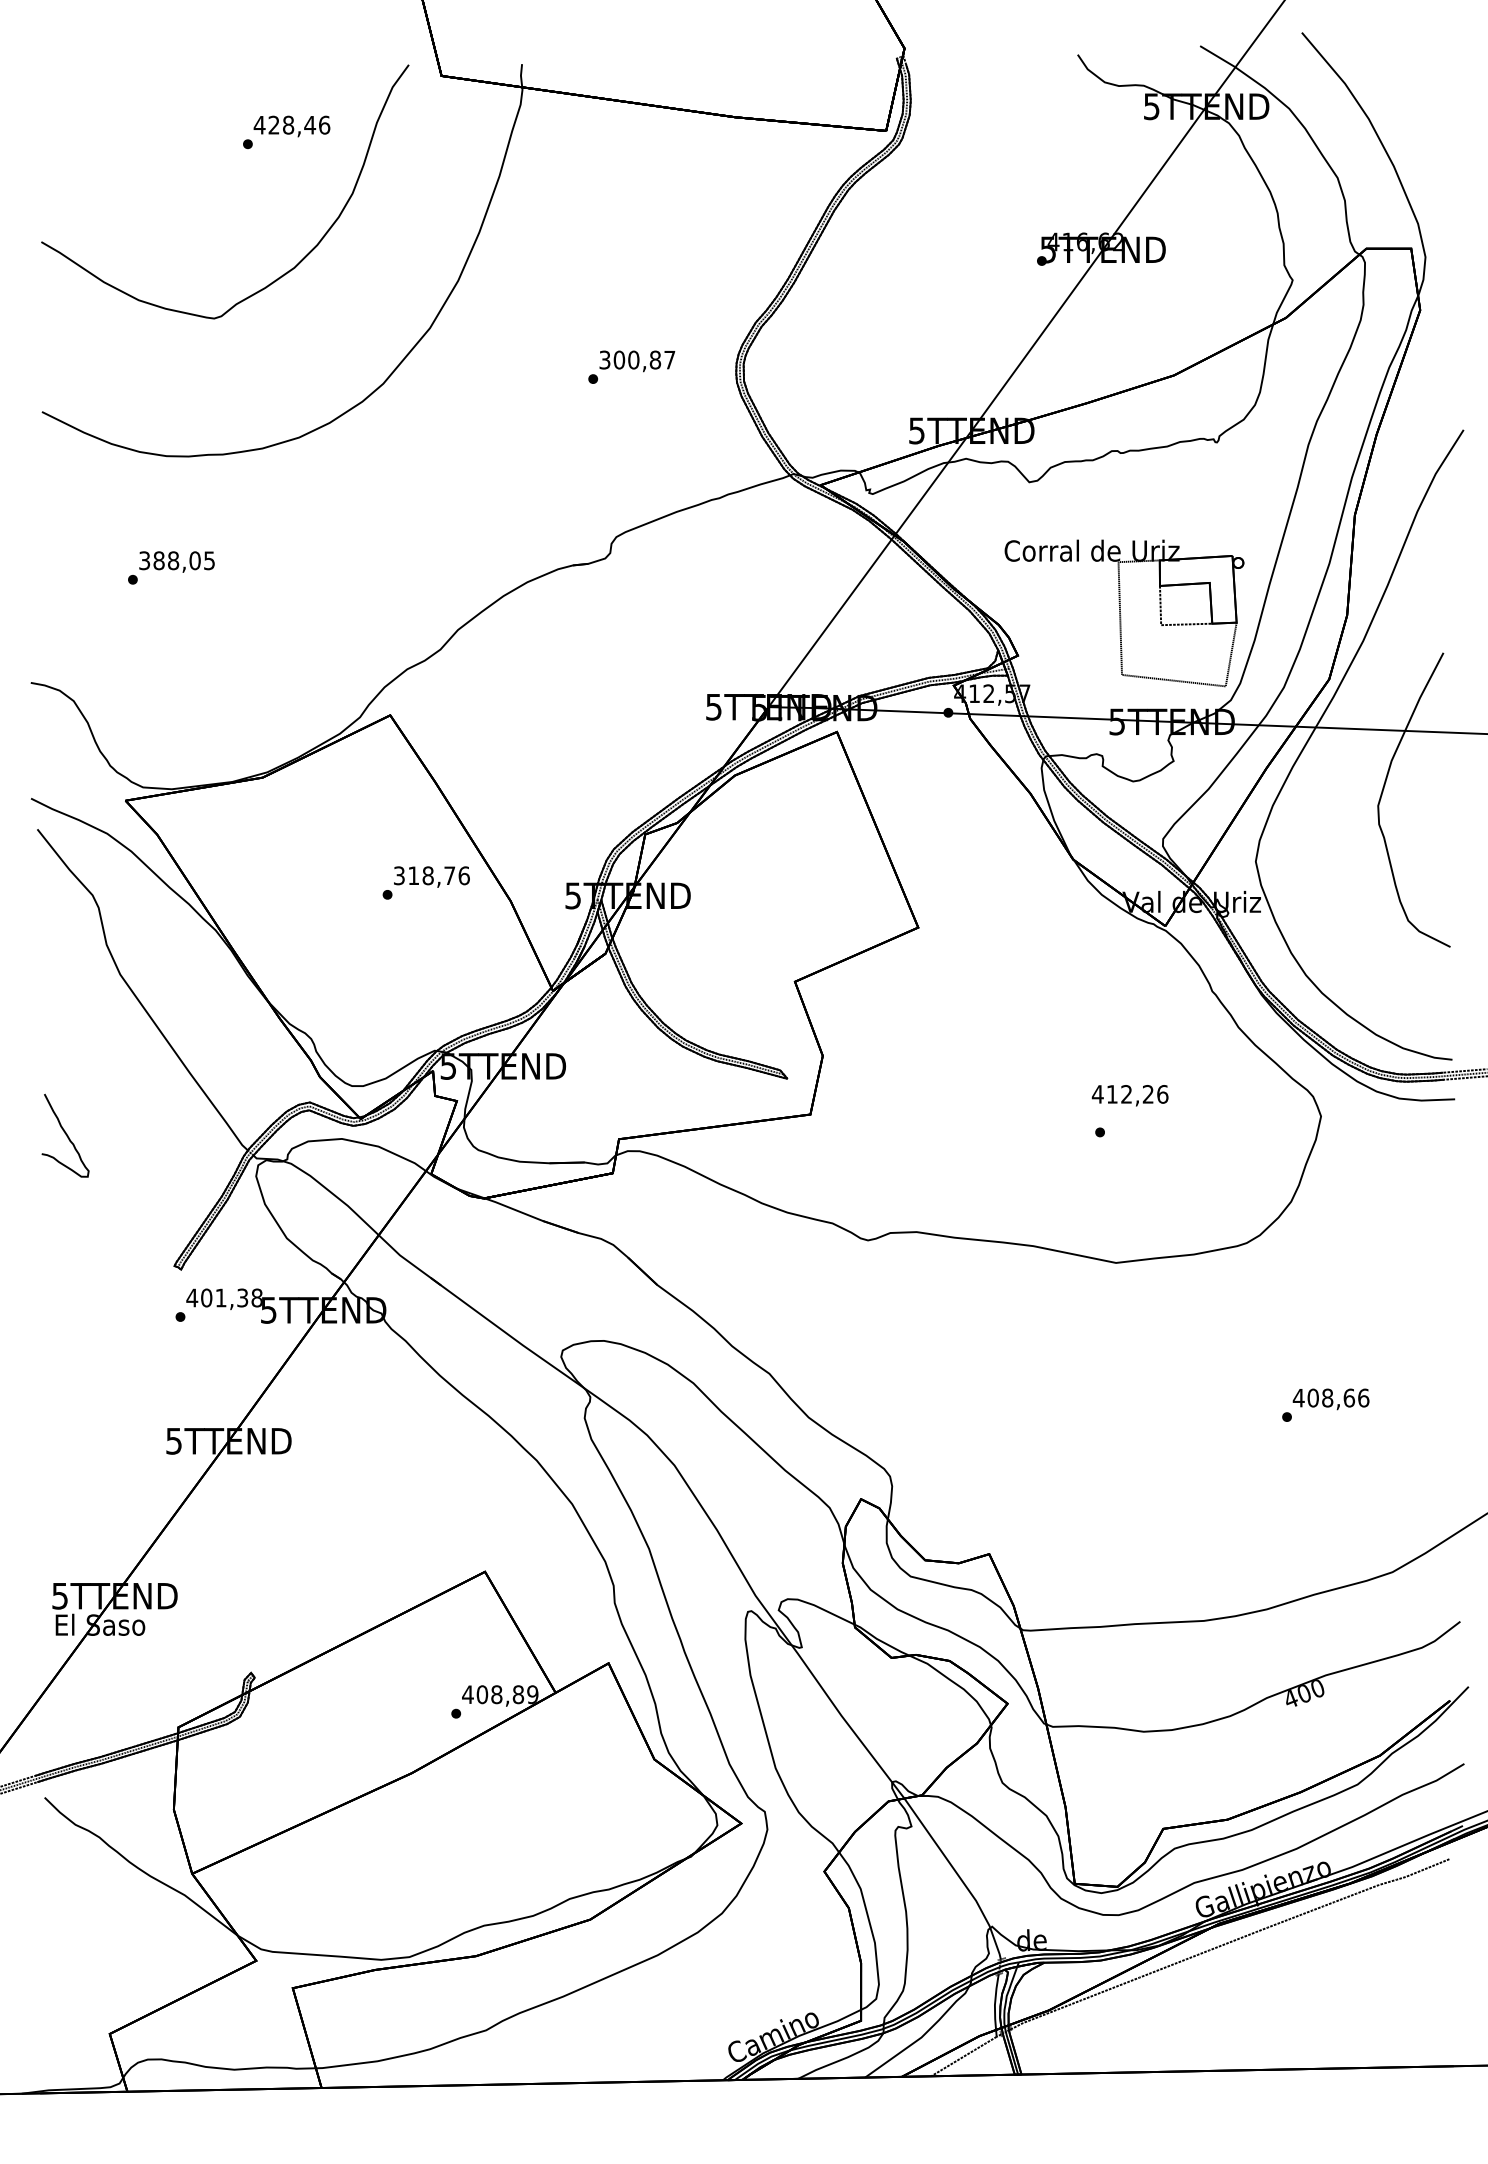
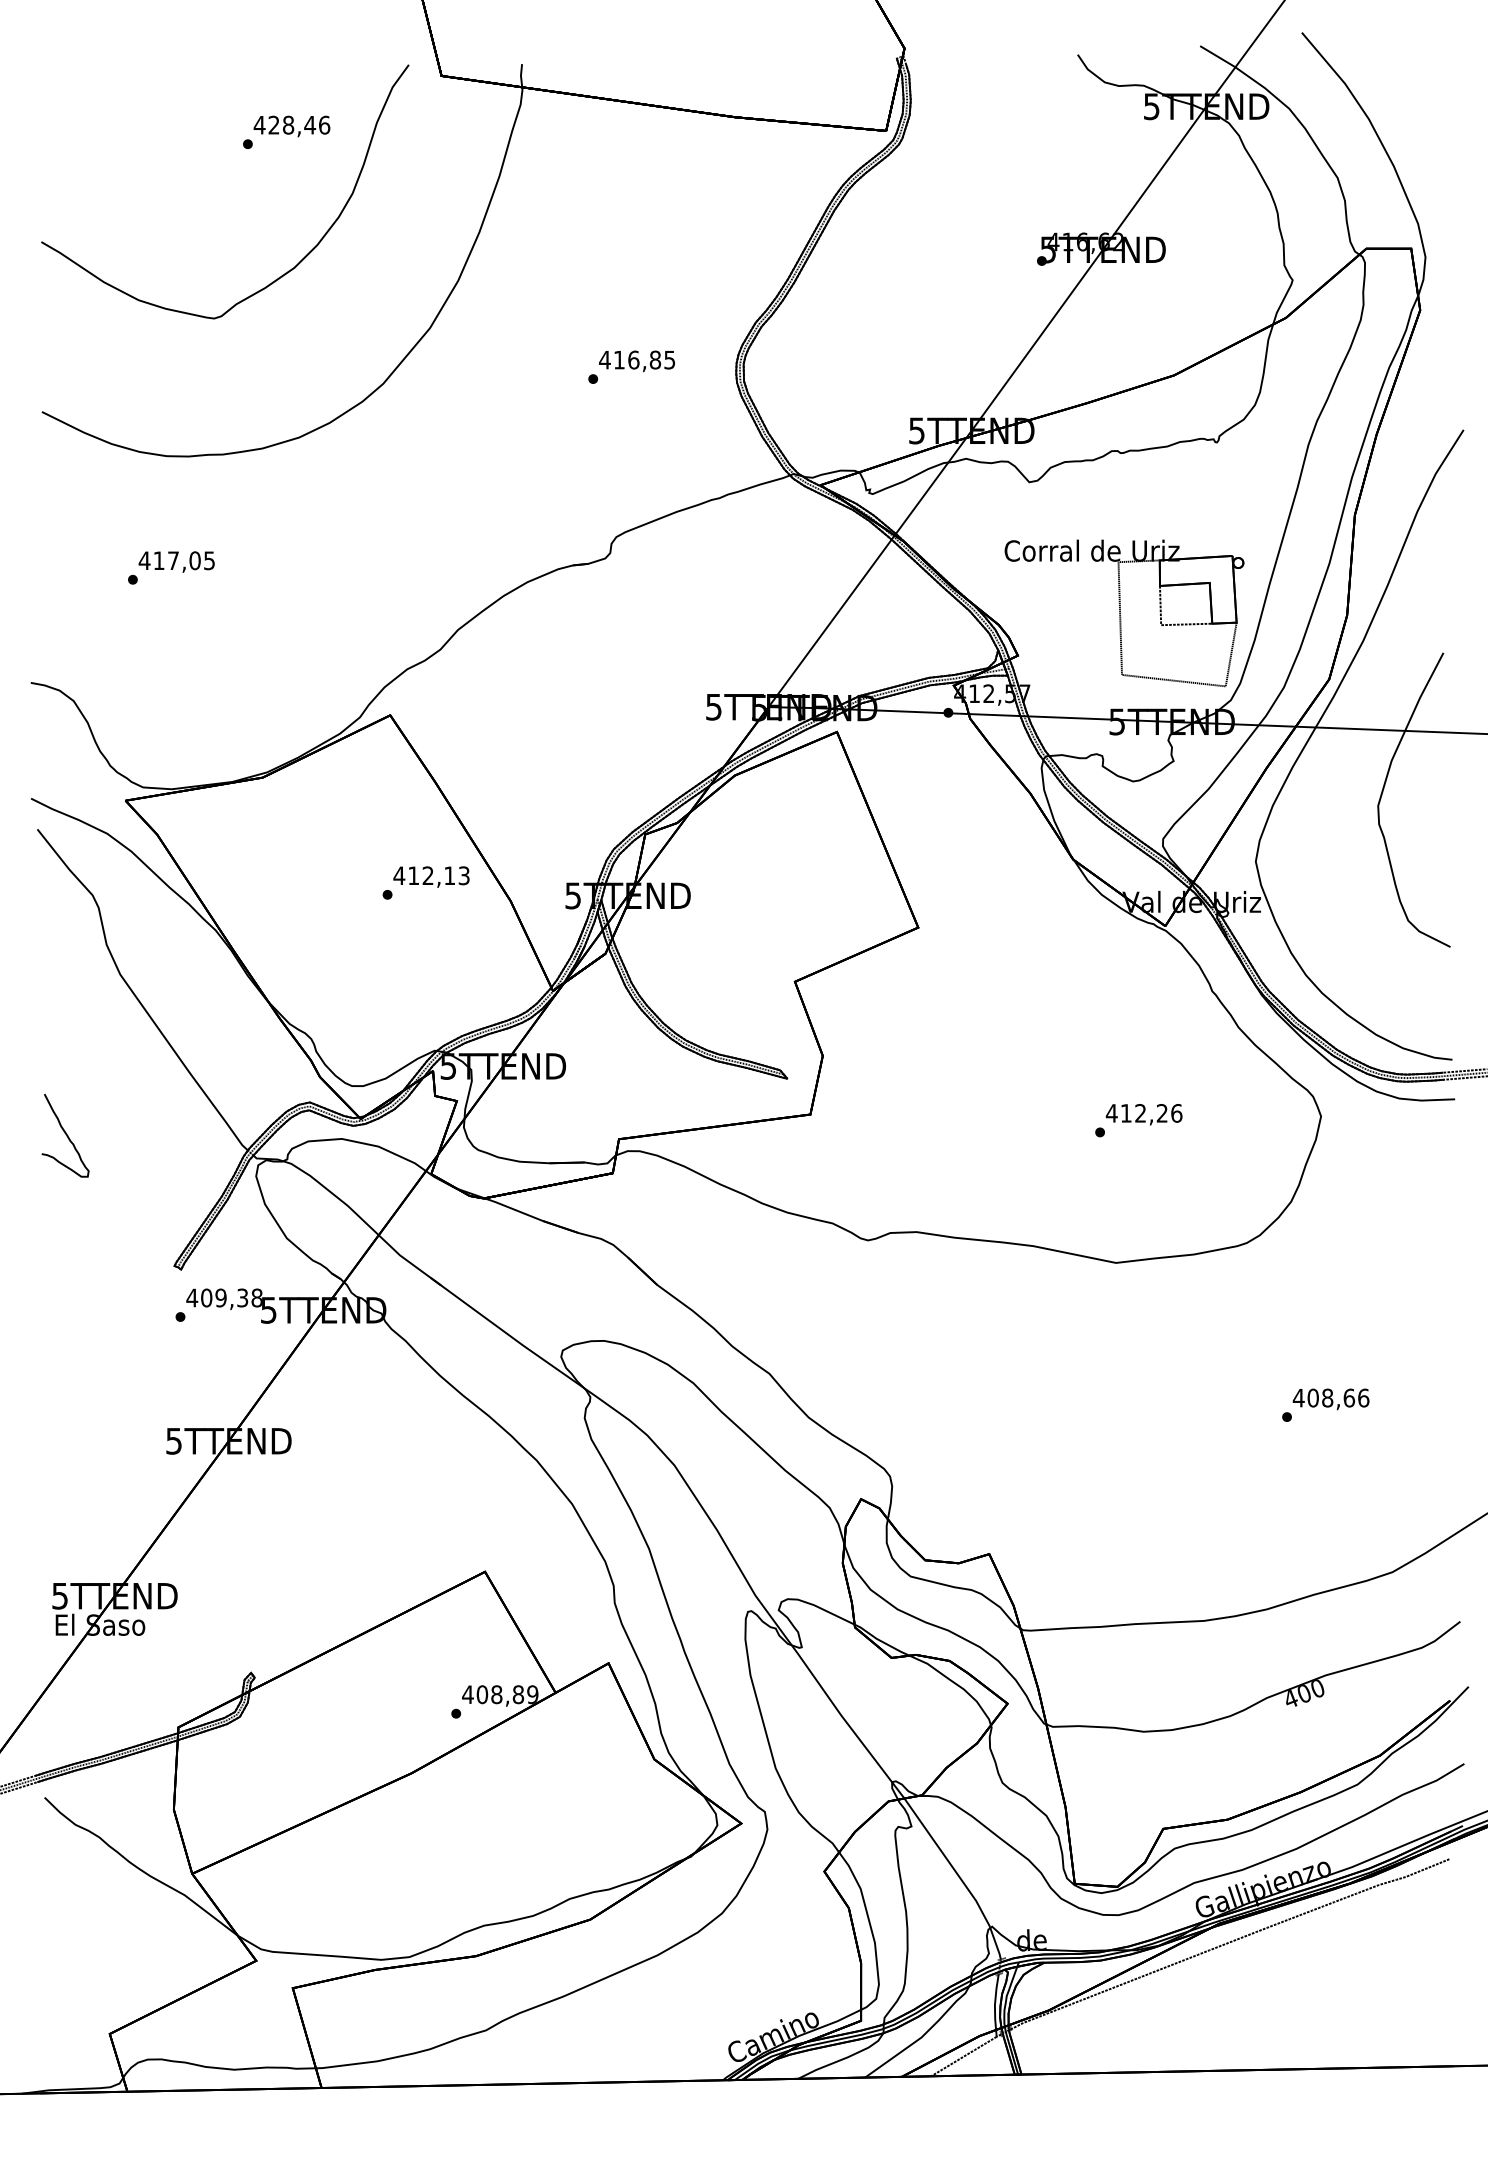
text at (637, 359): 300,87 -> 416,85
text at (158, 560): 388,05 -> 417,05
text at (431, 875): 318,76 -> 412,13
text at (1129, 1095) position: (1129, 1095) -> (1143, 1114)
text at (220, 1297): 401,38 -> 409,38
